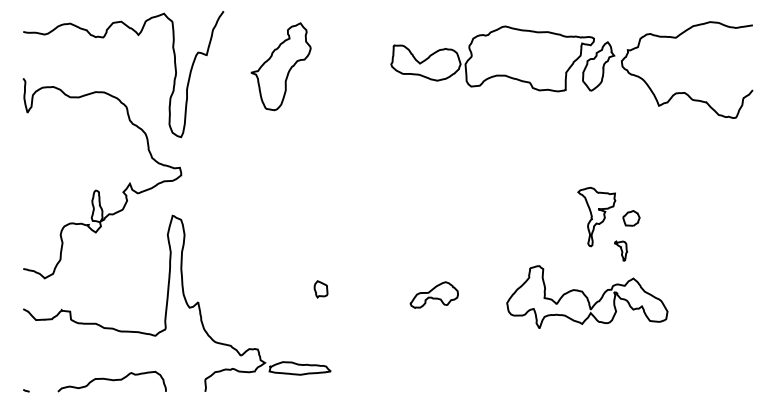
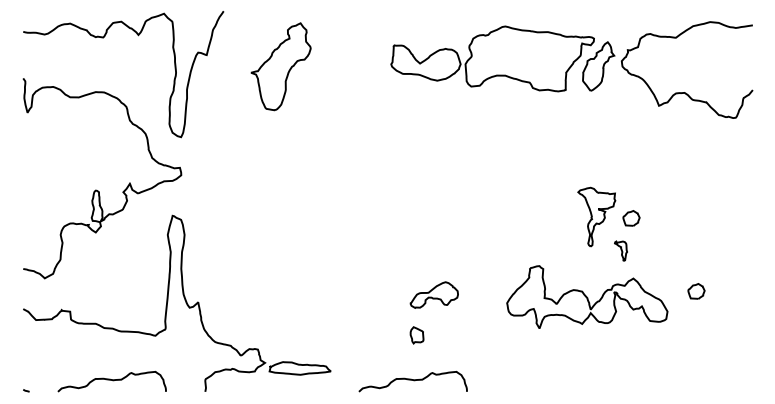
part at (320, 289) position: (320, 289) -> (416, 335)
part at (696, 291): none -> present
curve at (412, 380): none -> present
